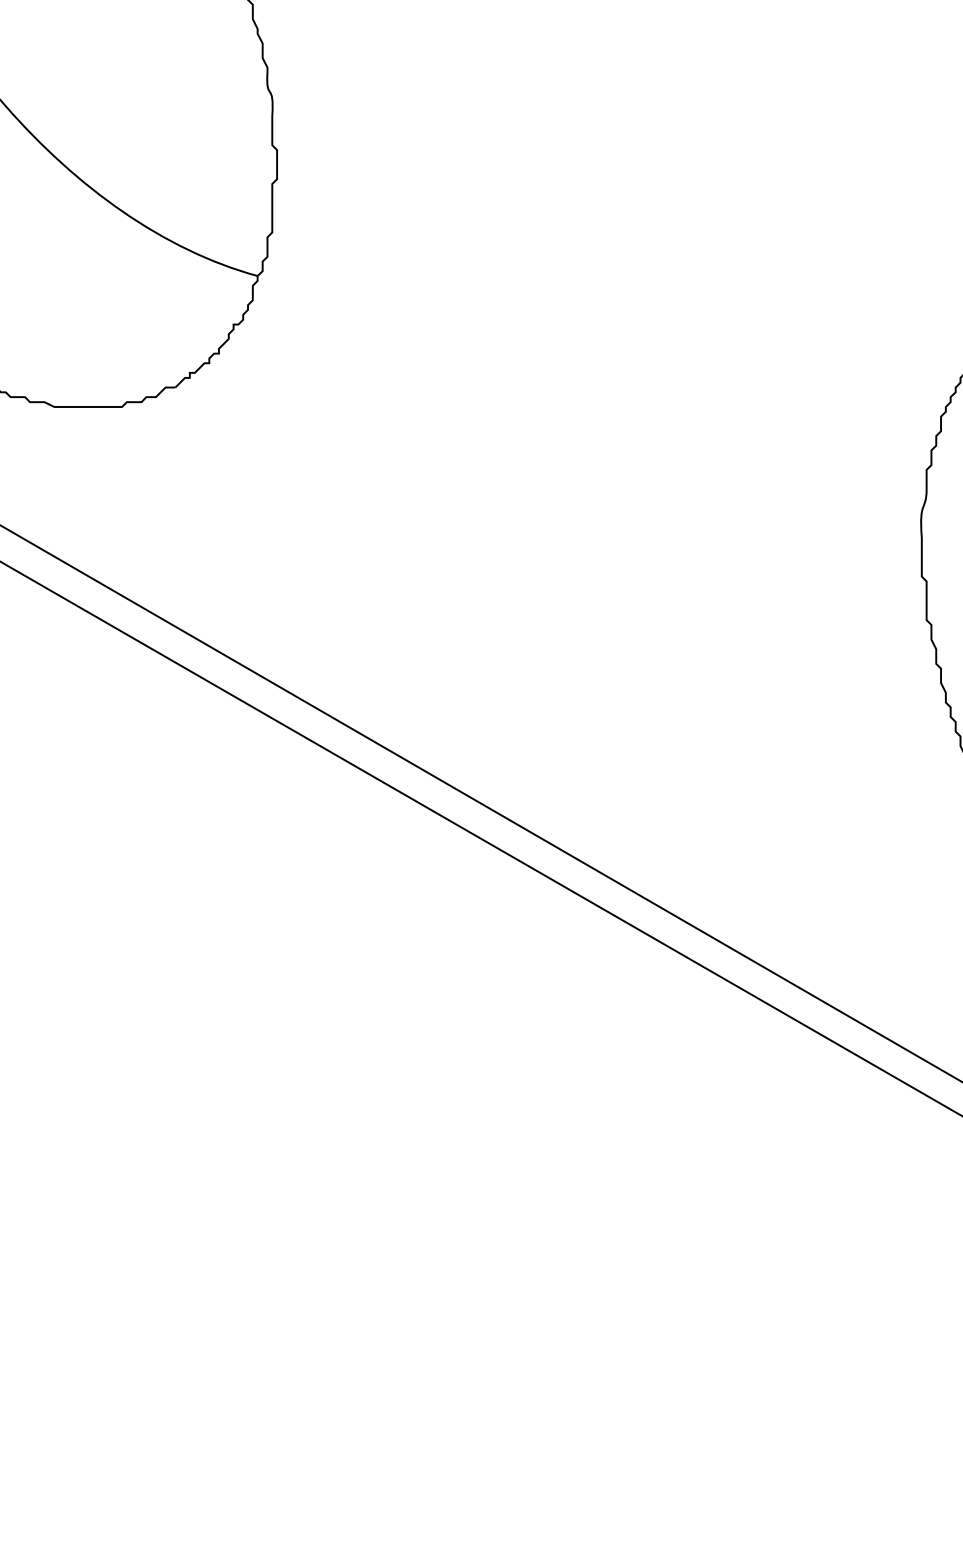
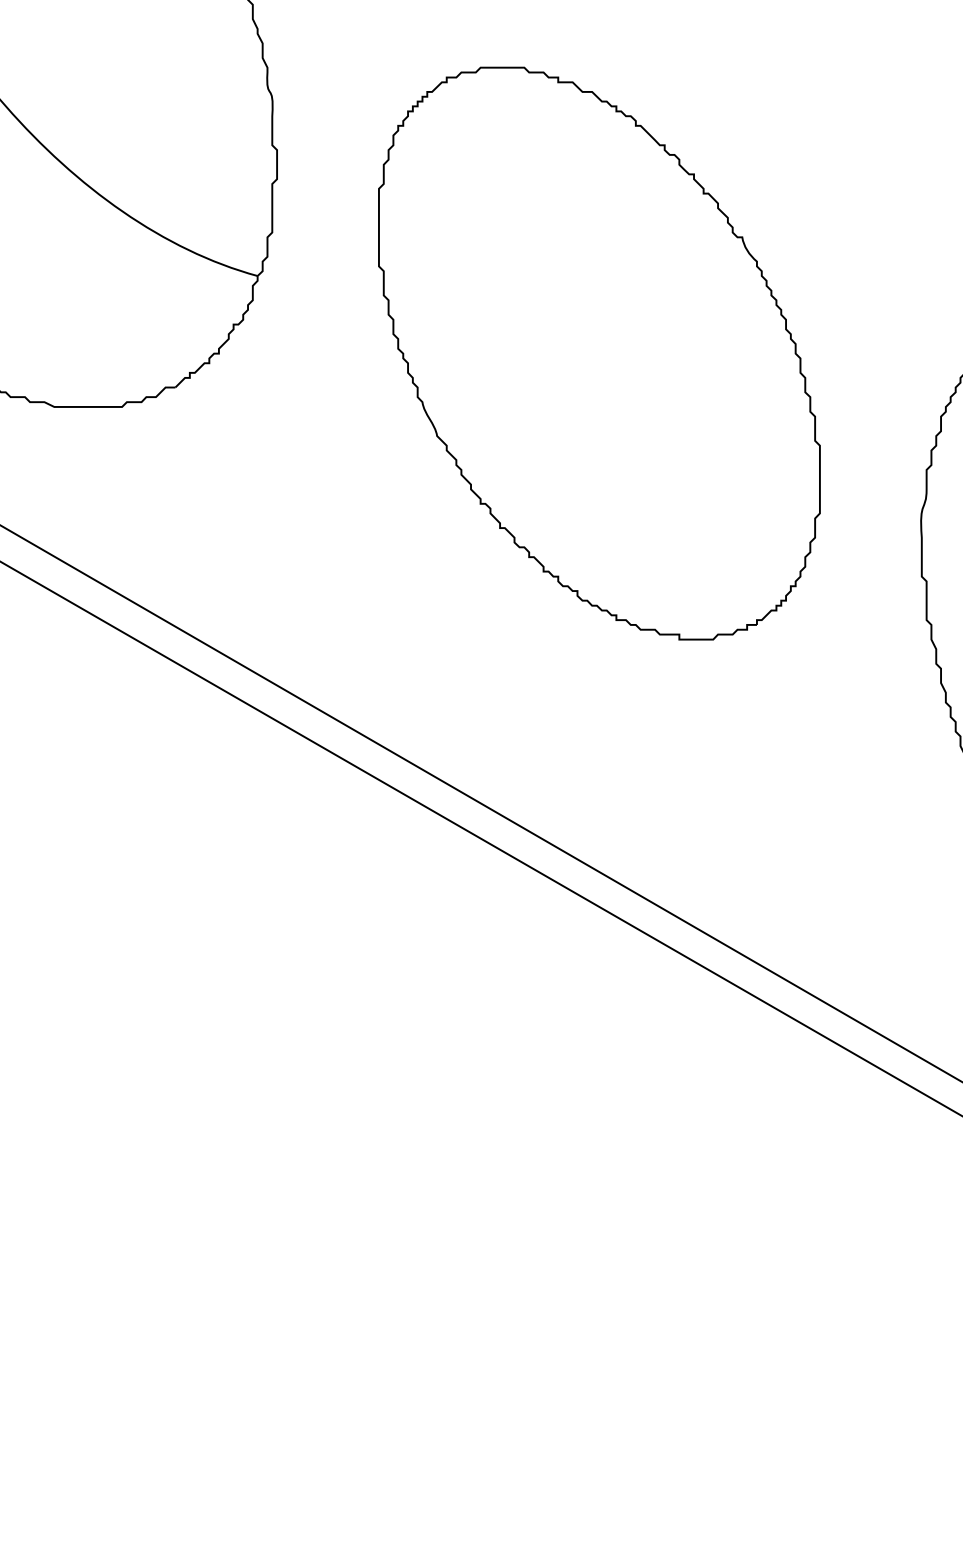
part at (599, 353): none -> present
